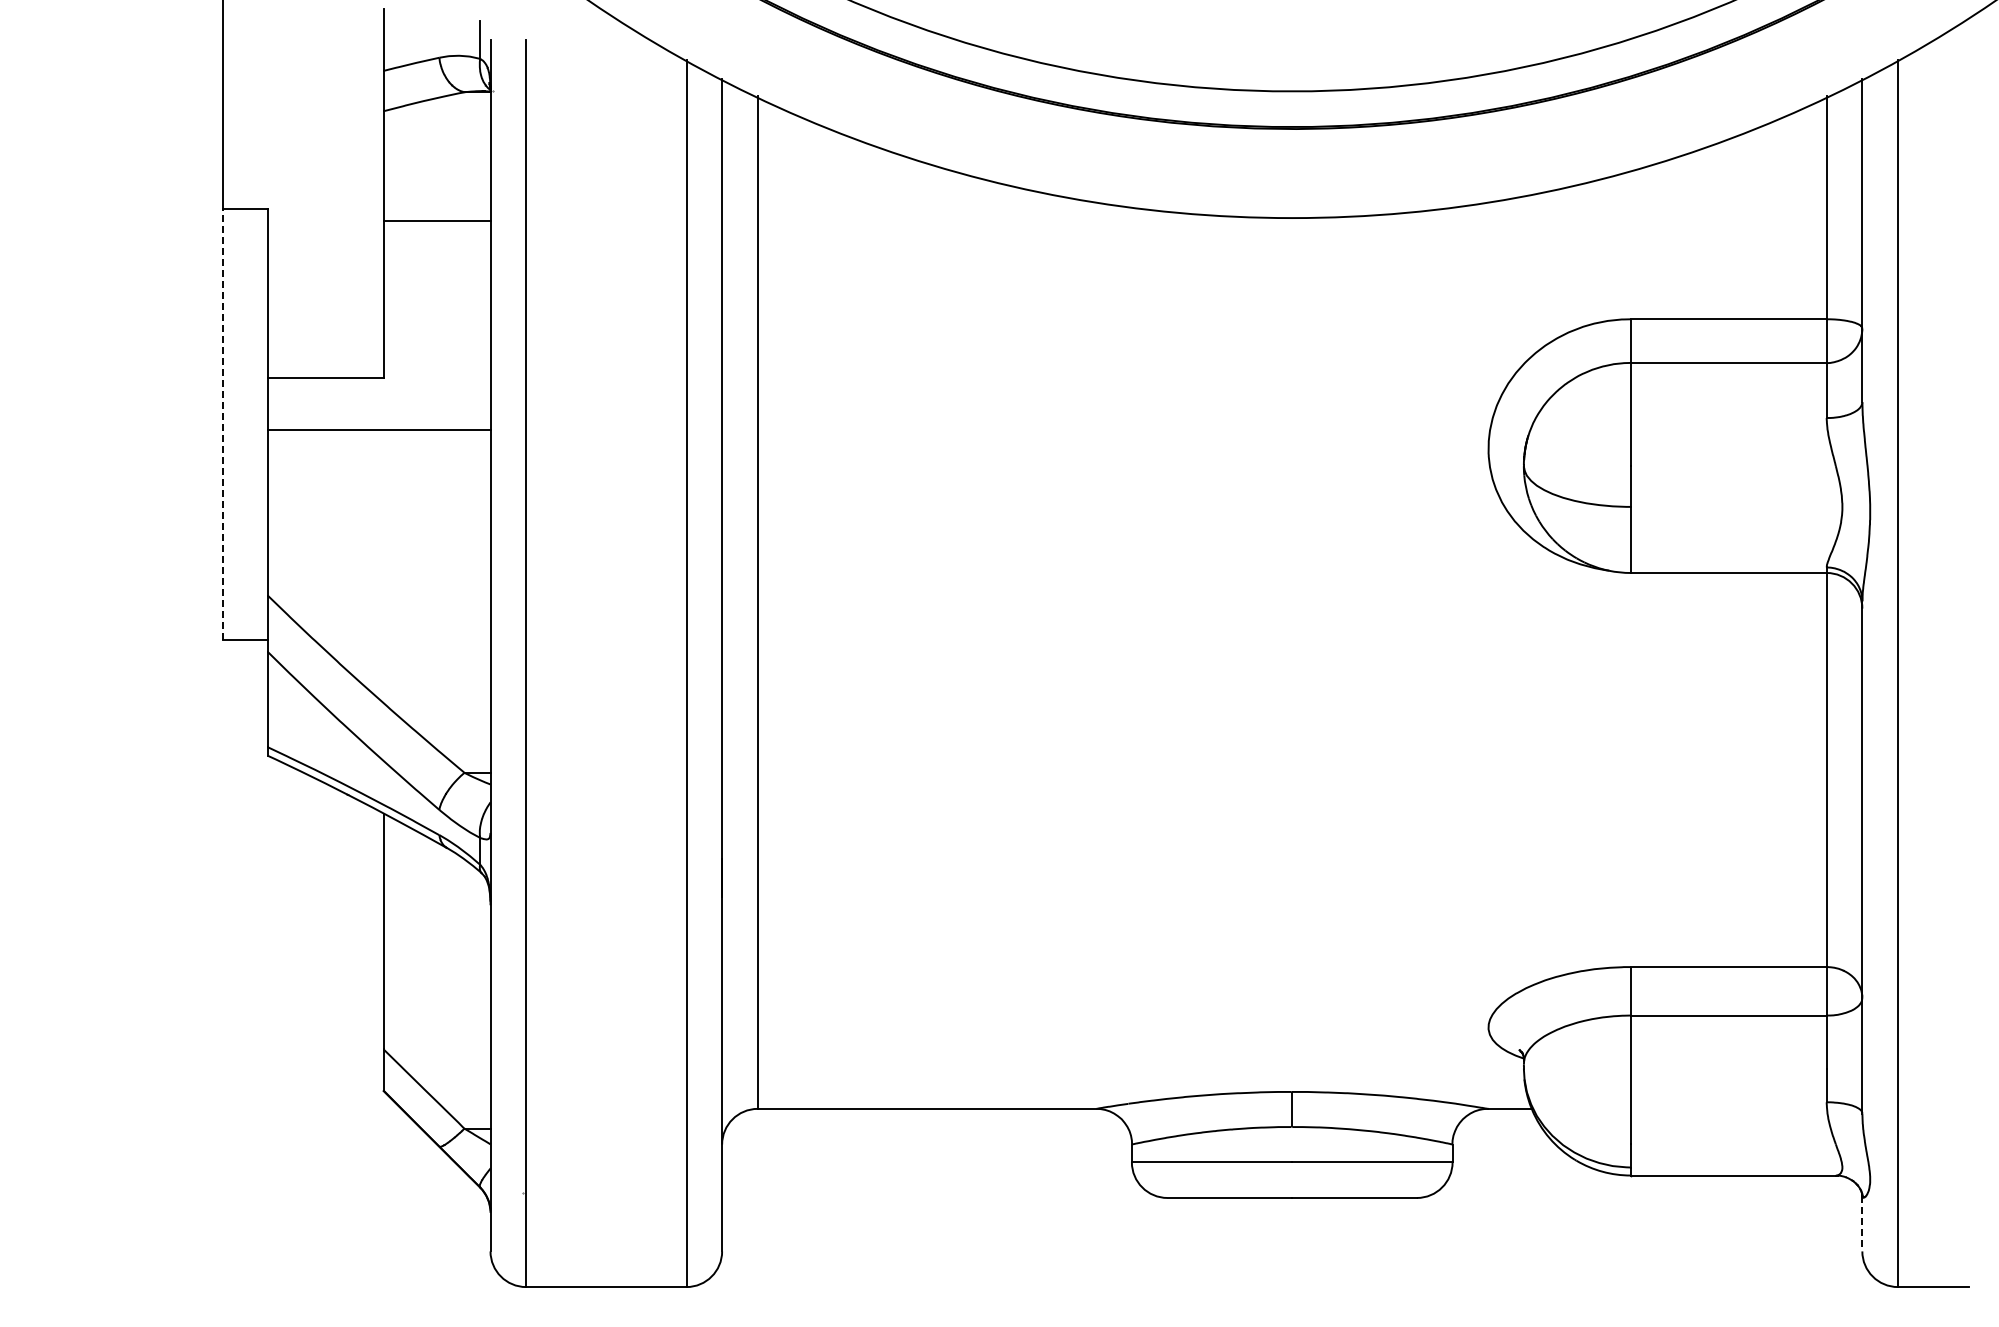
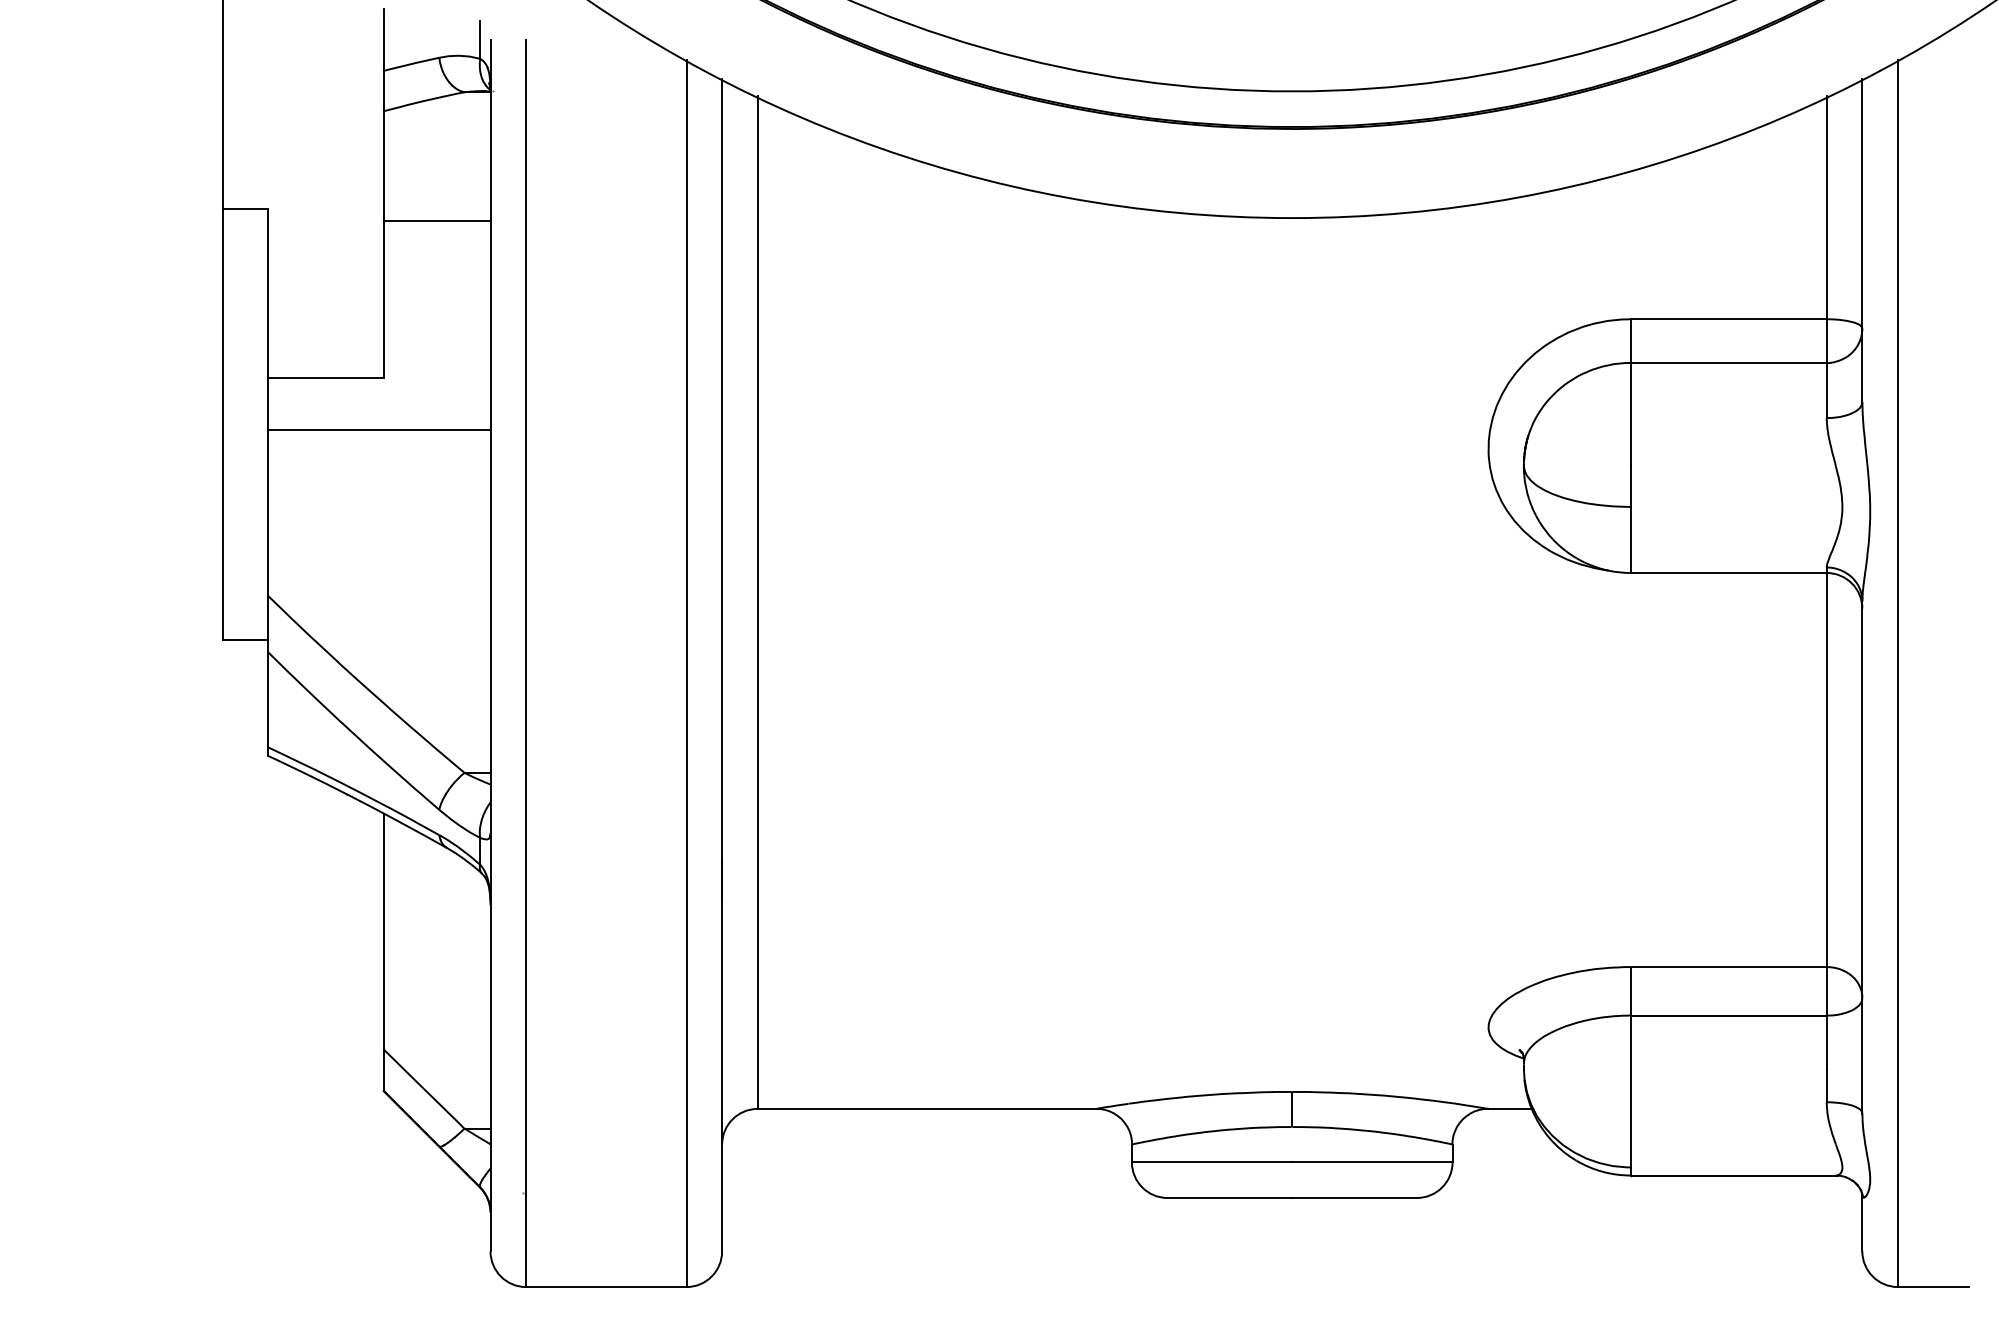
line at (223, 424): dashed -> solid
line at (1862, 1223): dashed -> solid
